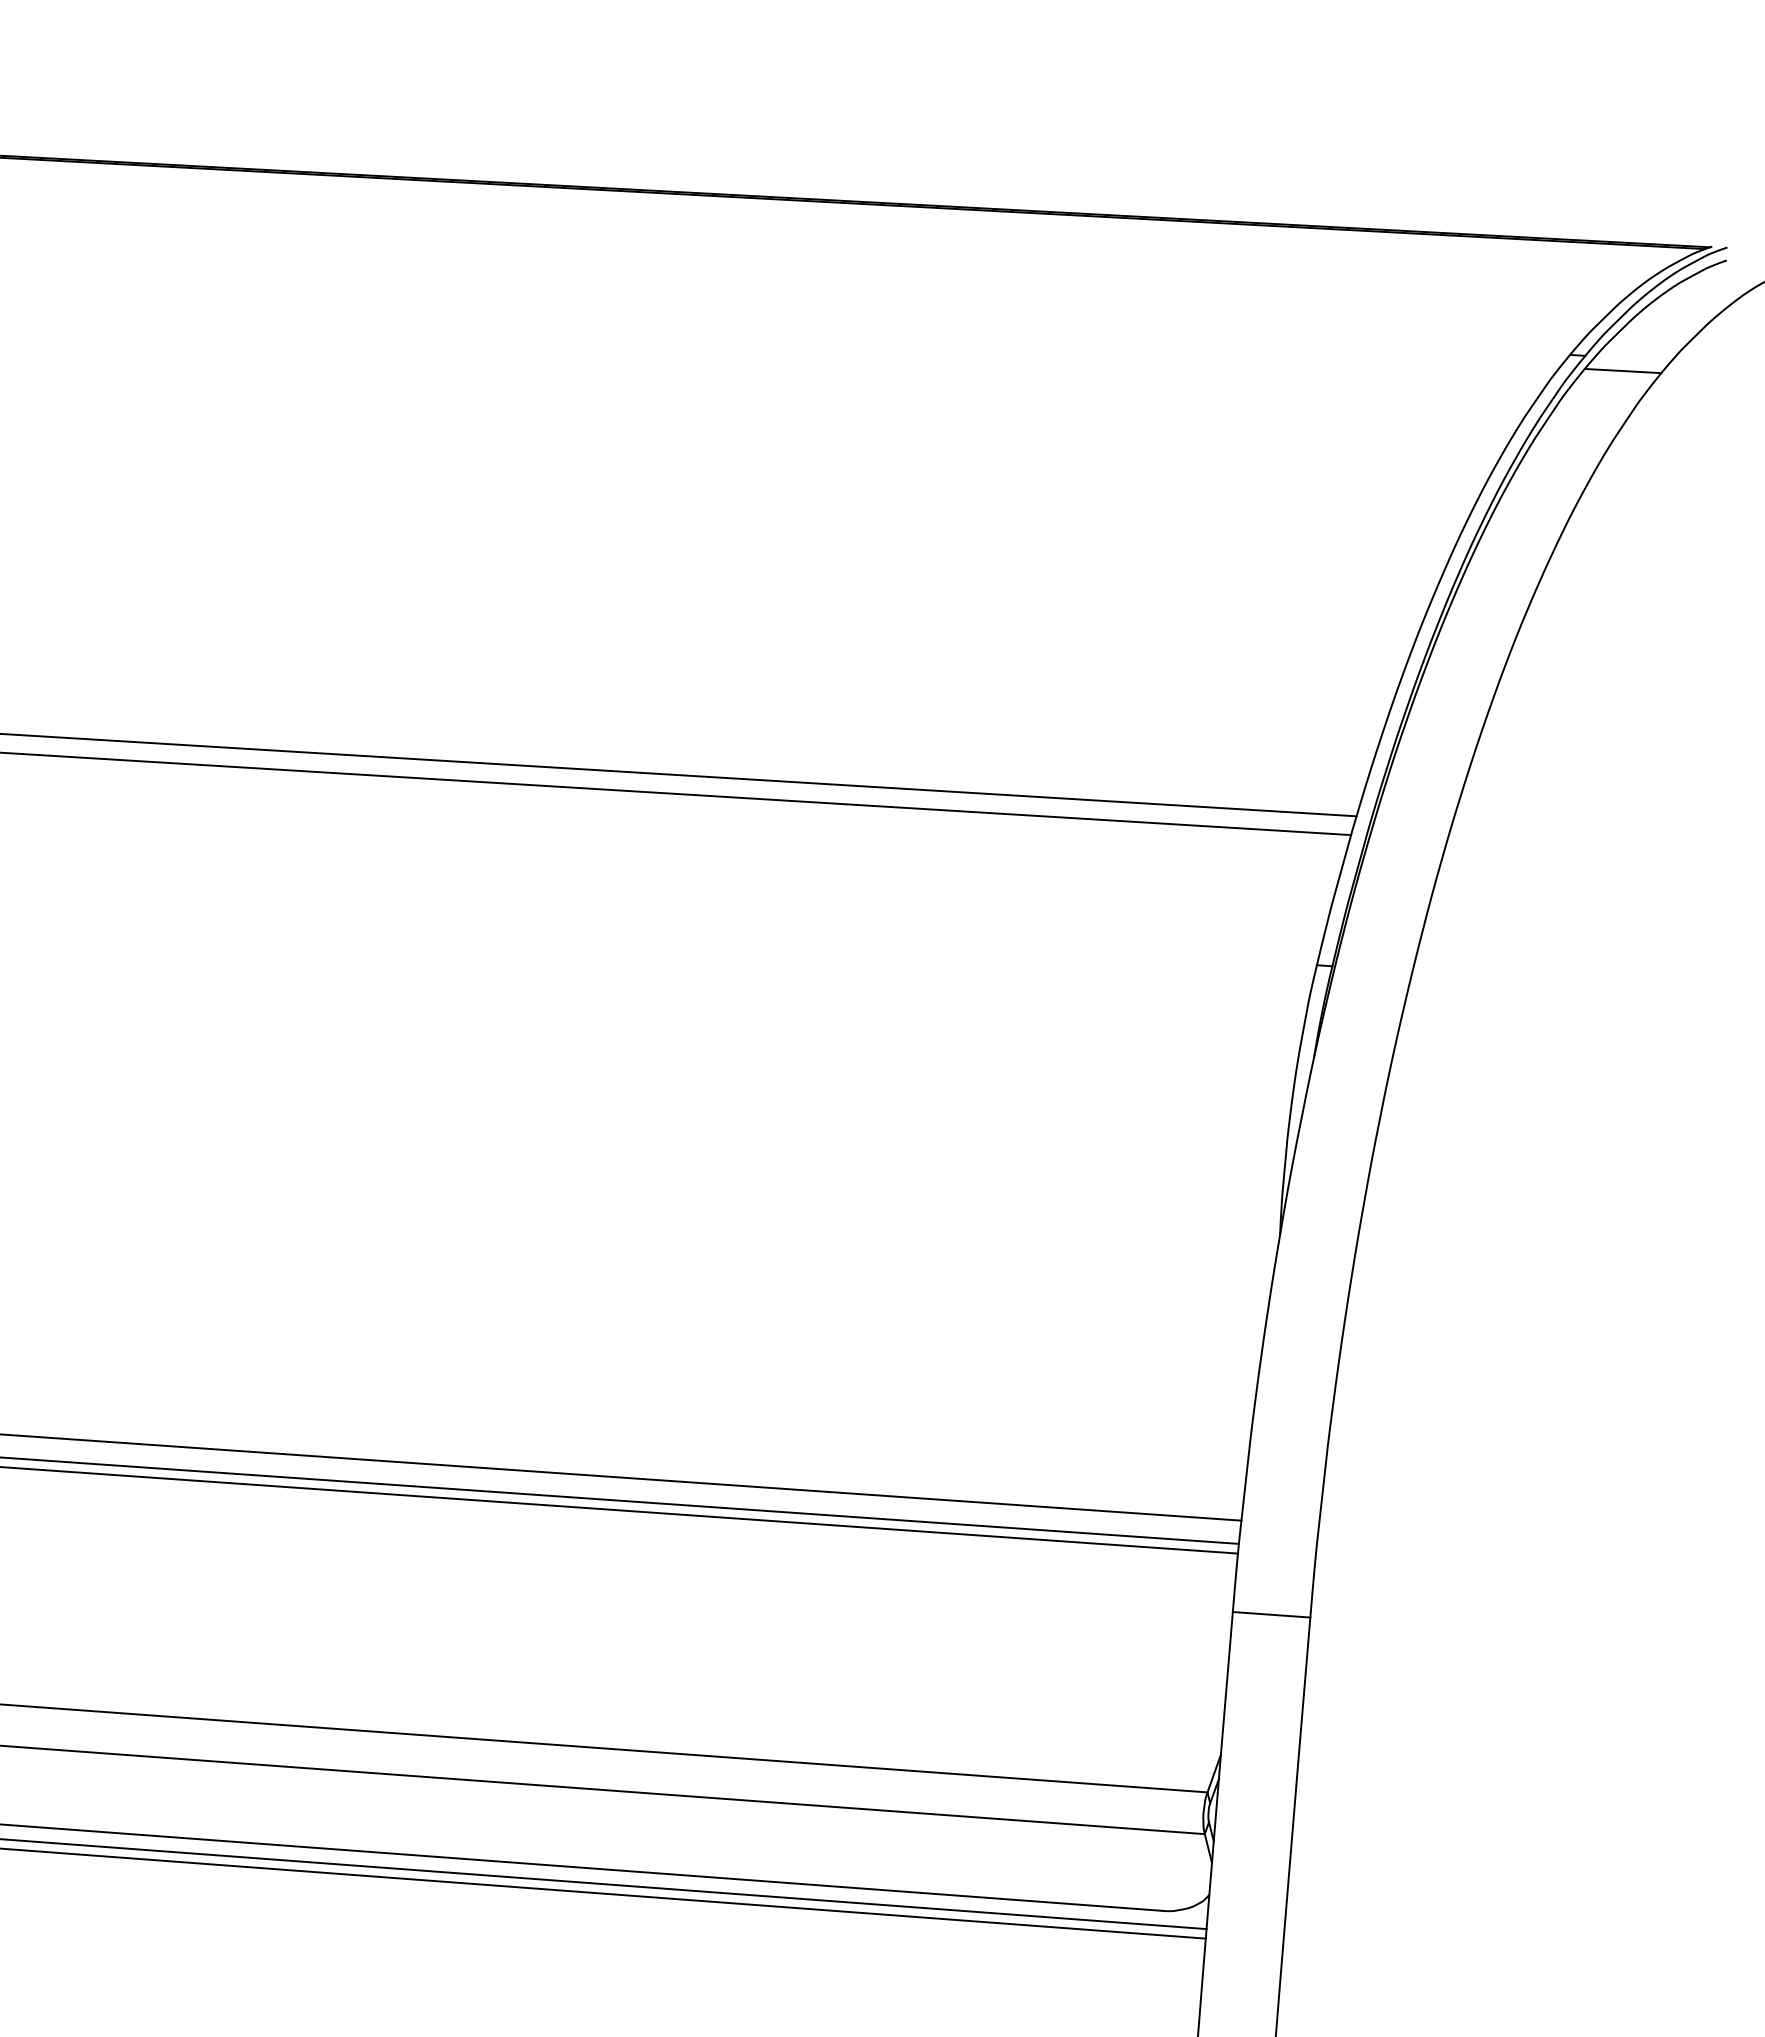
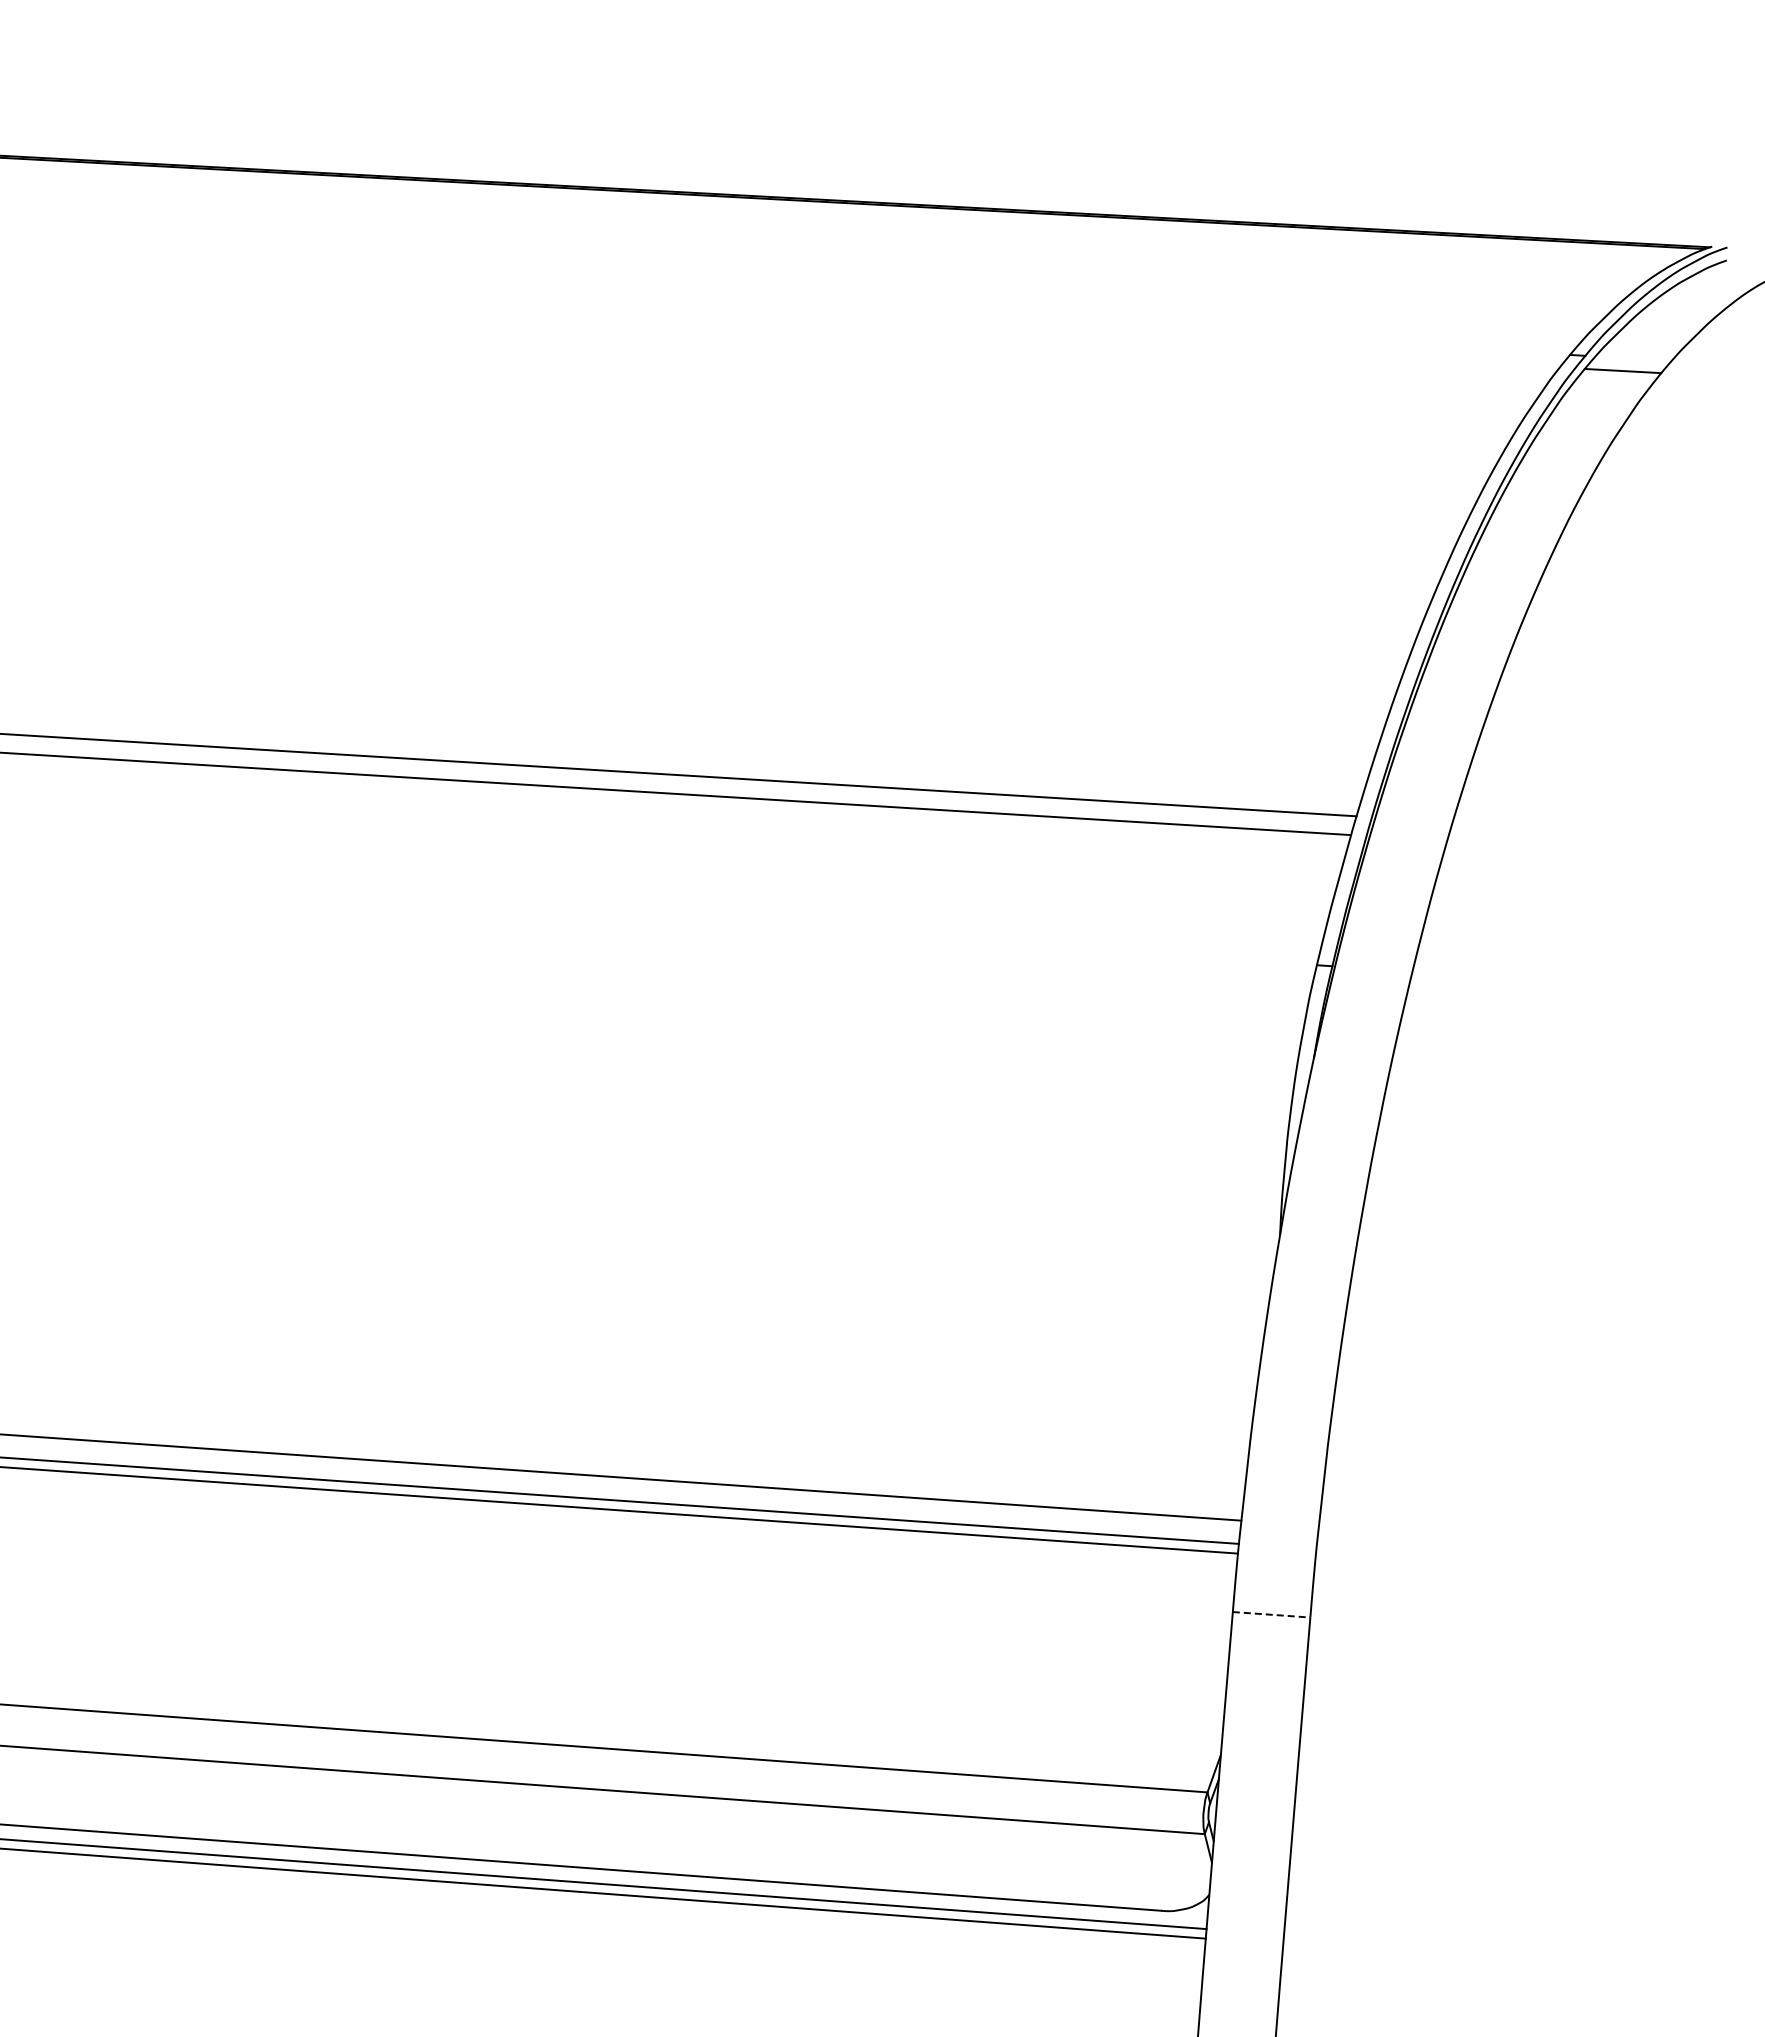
line at (1271, 1614): solid -> dashed
